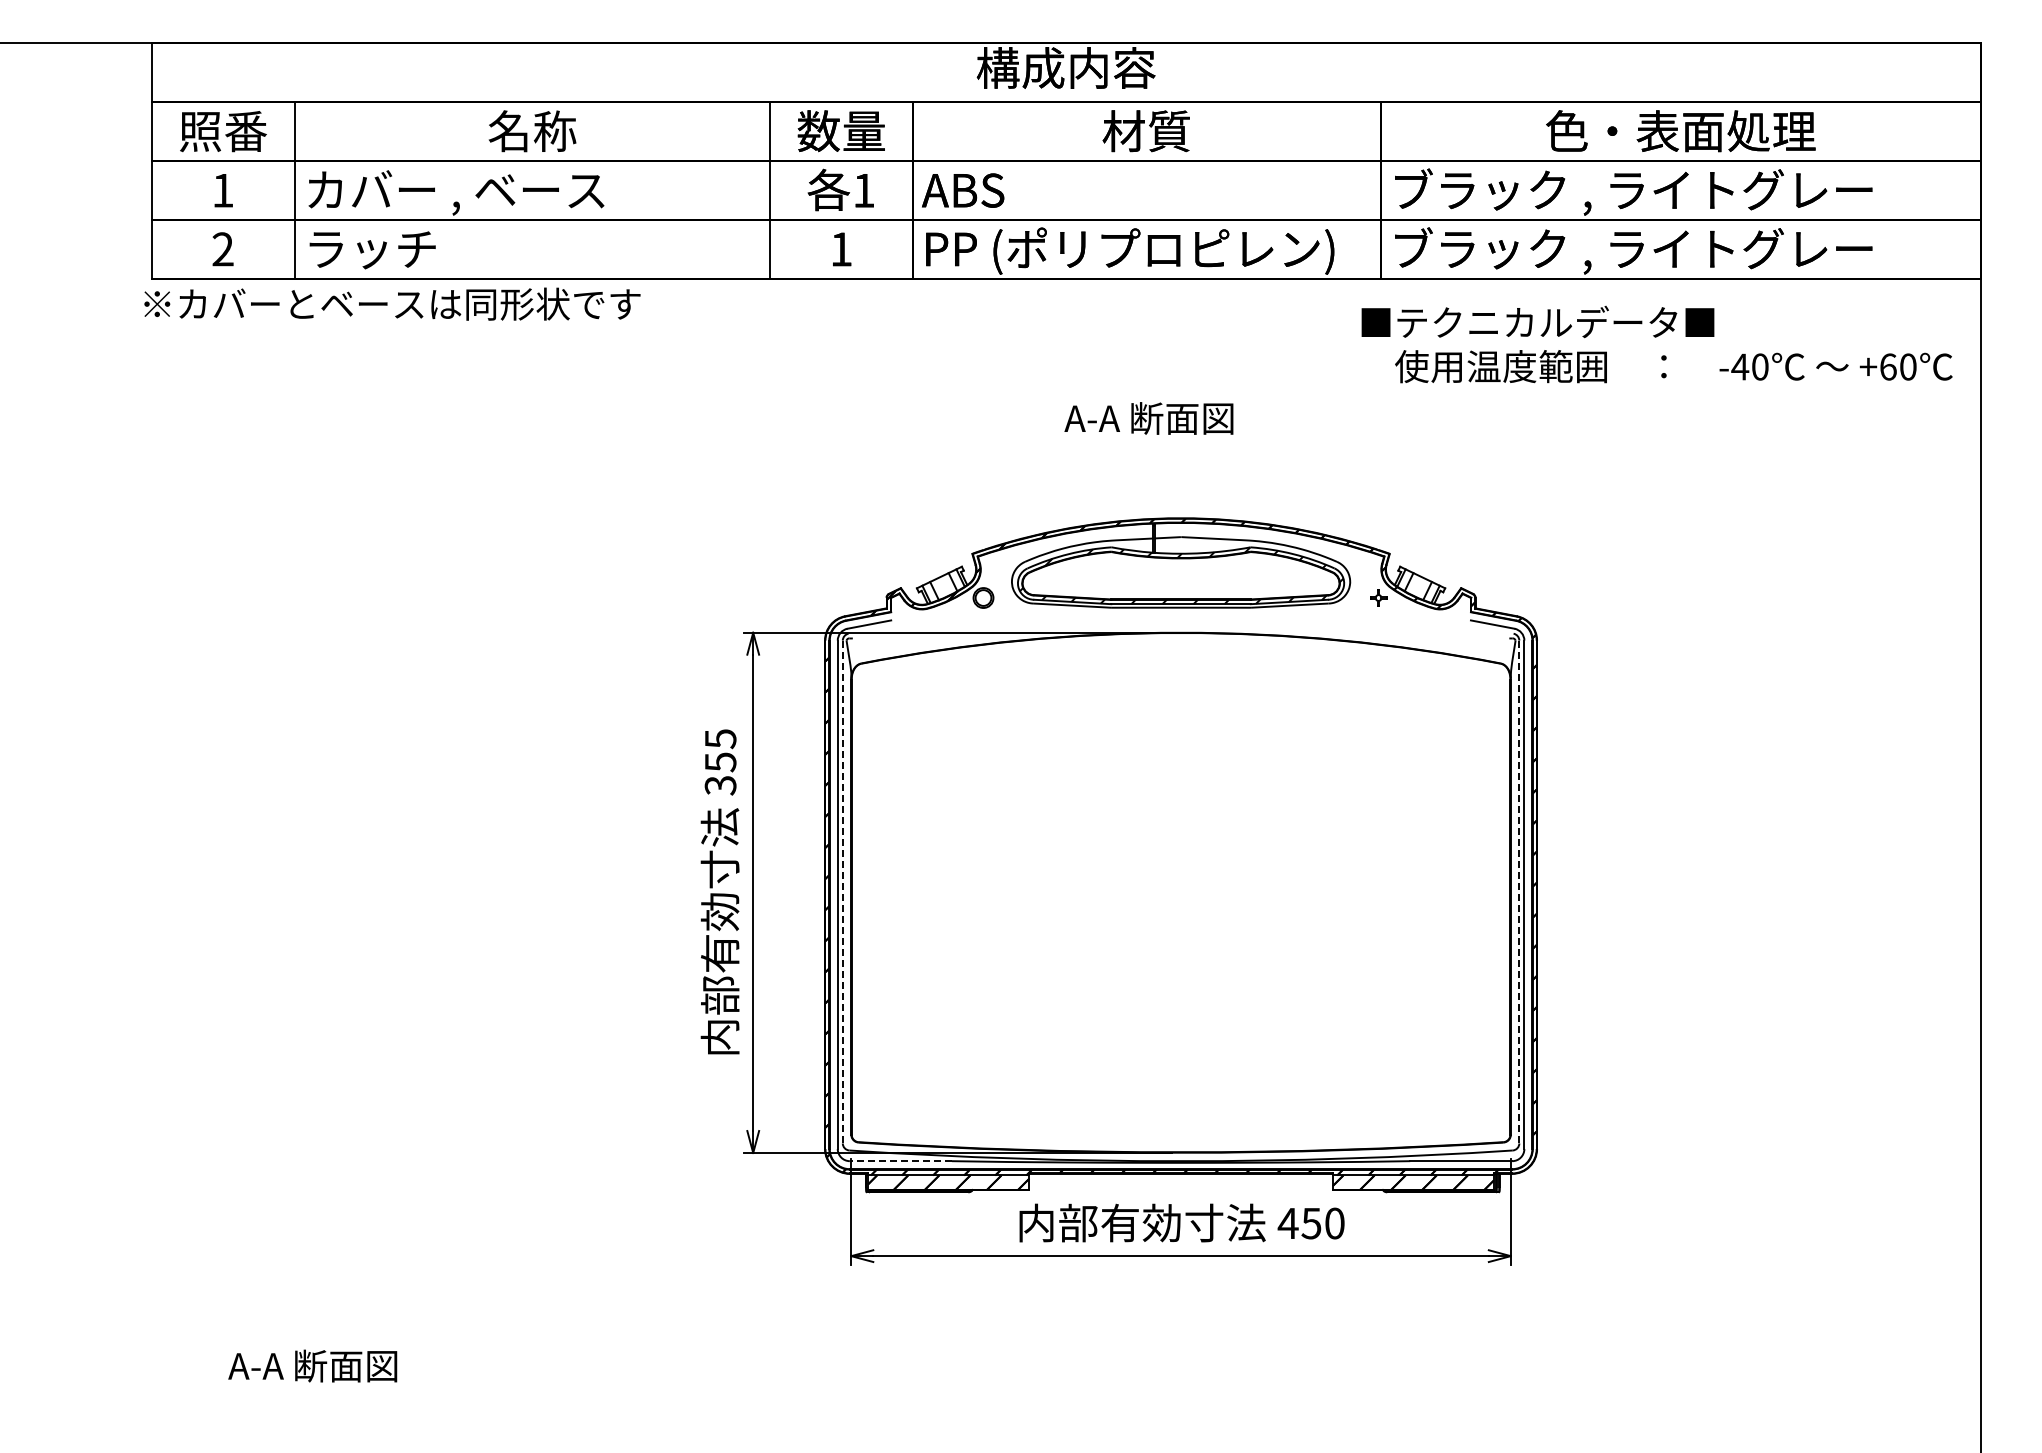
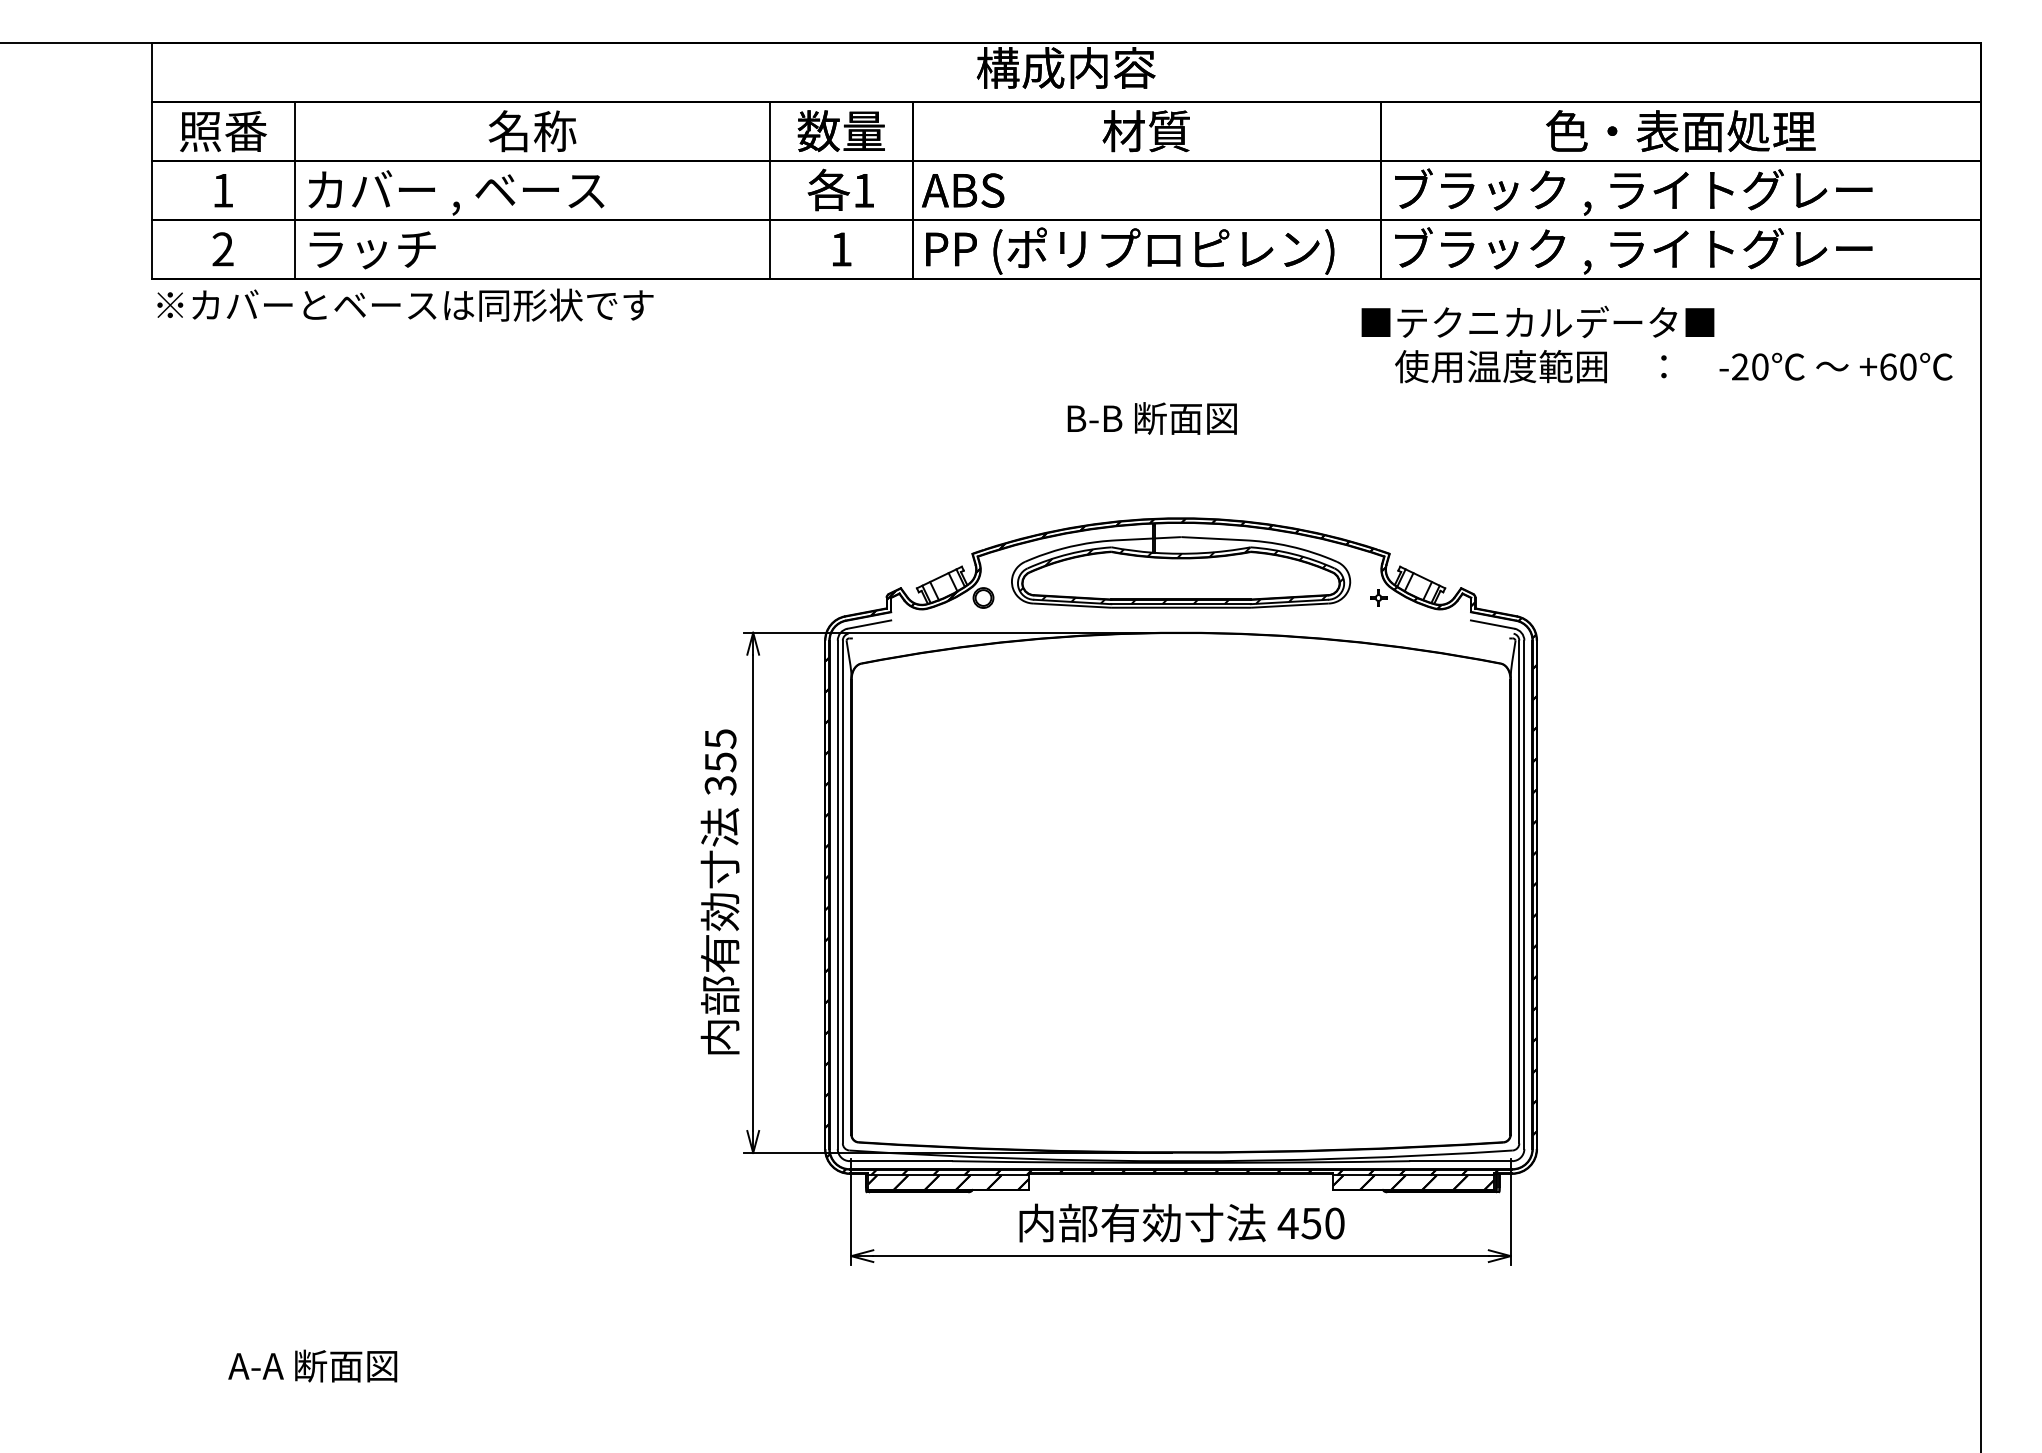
text at (392, 303) position: (392, 303) -> (405, 304)
text at (1740, 366): -40 -> -20
text at (1150, 418): A-A 断面図 -> B-B 断面図
line at (842, 891): dashed -> solid
line at (1519, 892): dashed -> solid
line at (900, 1161): dashed -> solid
